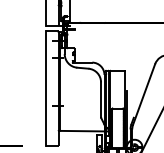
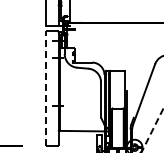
line at (46, 88): solid -> dashed
line at (152, 130): solid -> dashed
